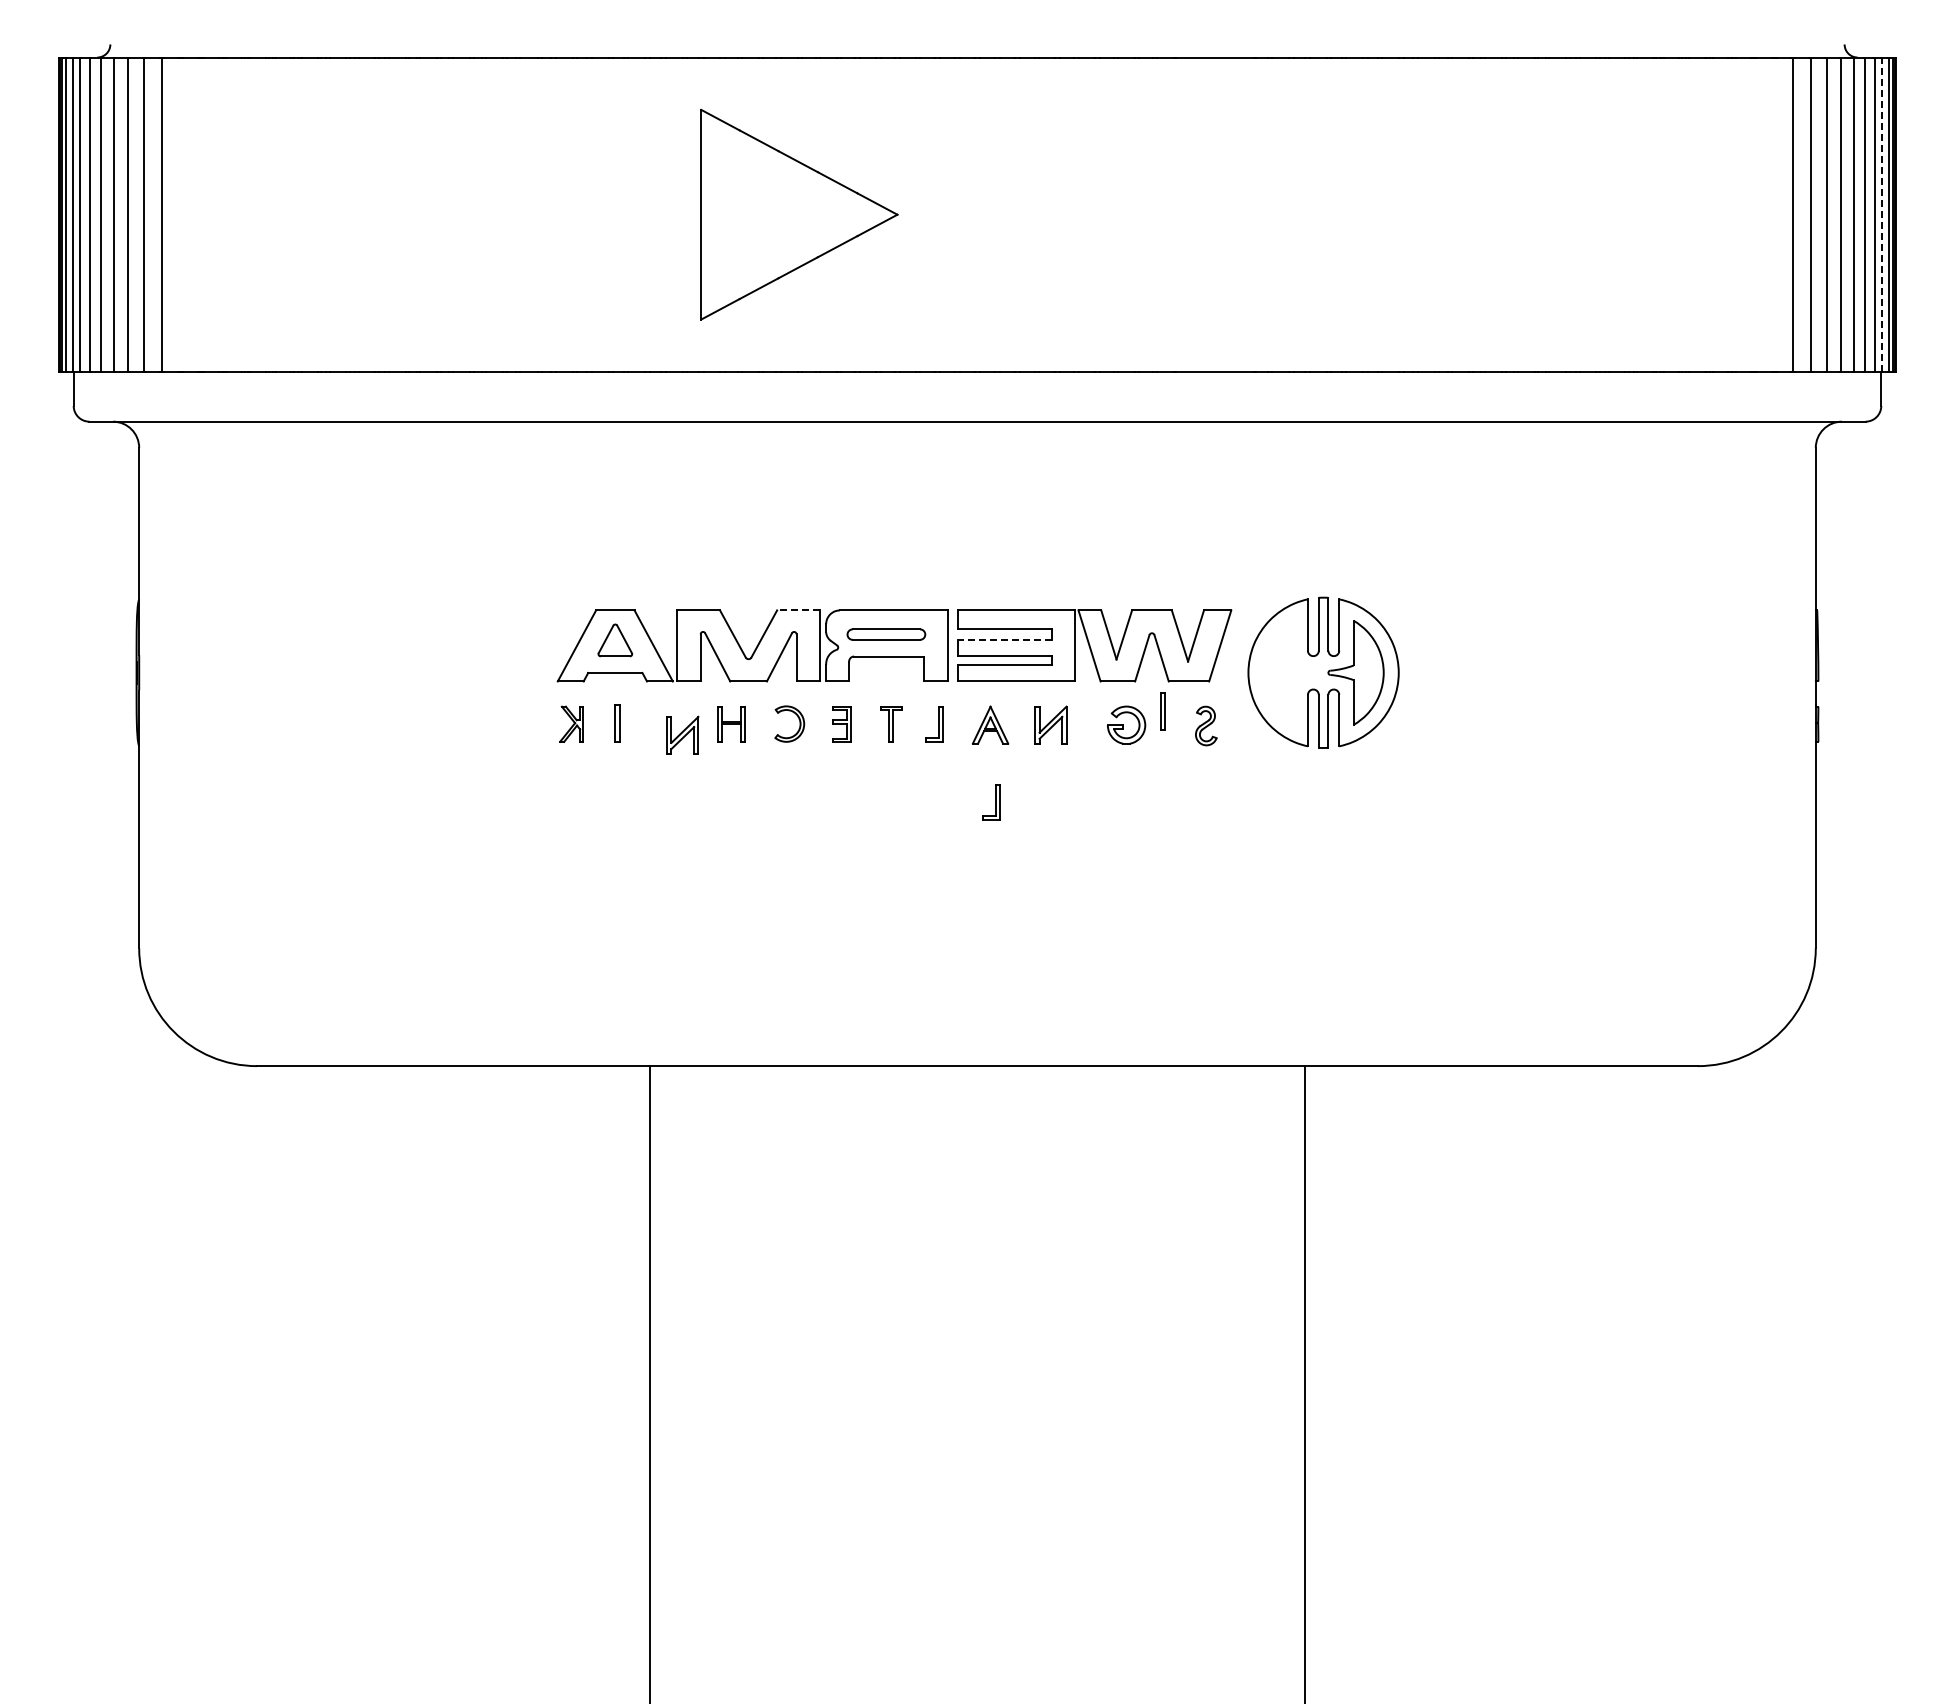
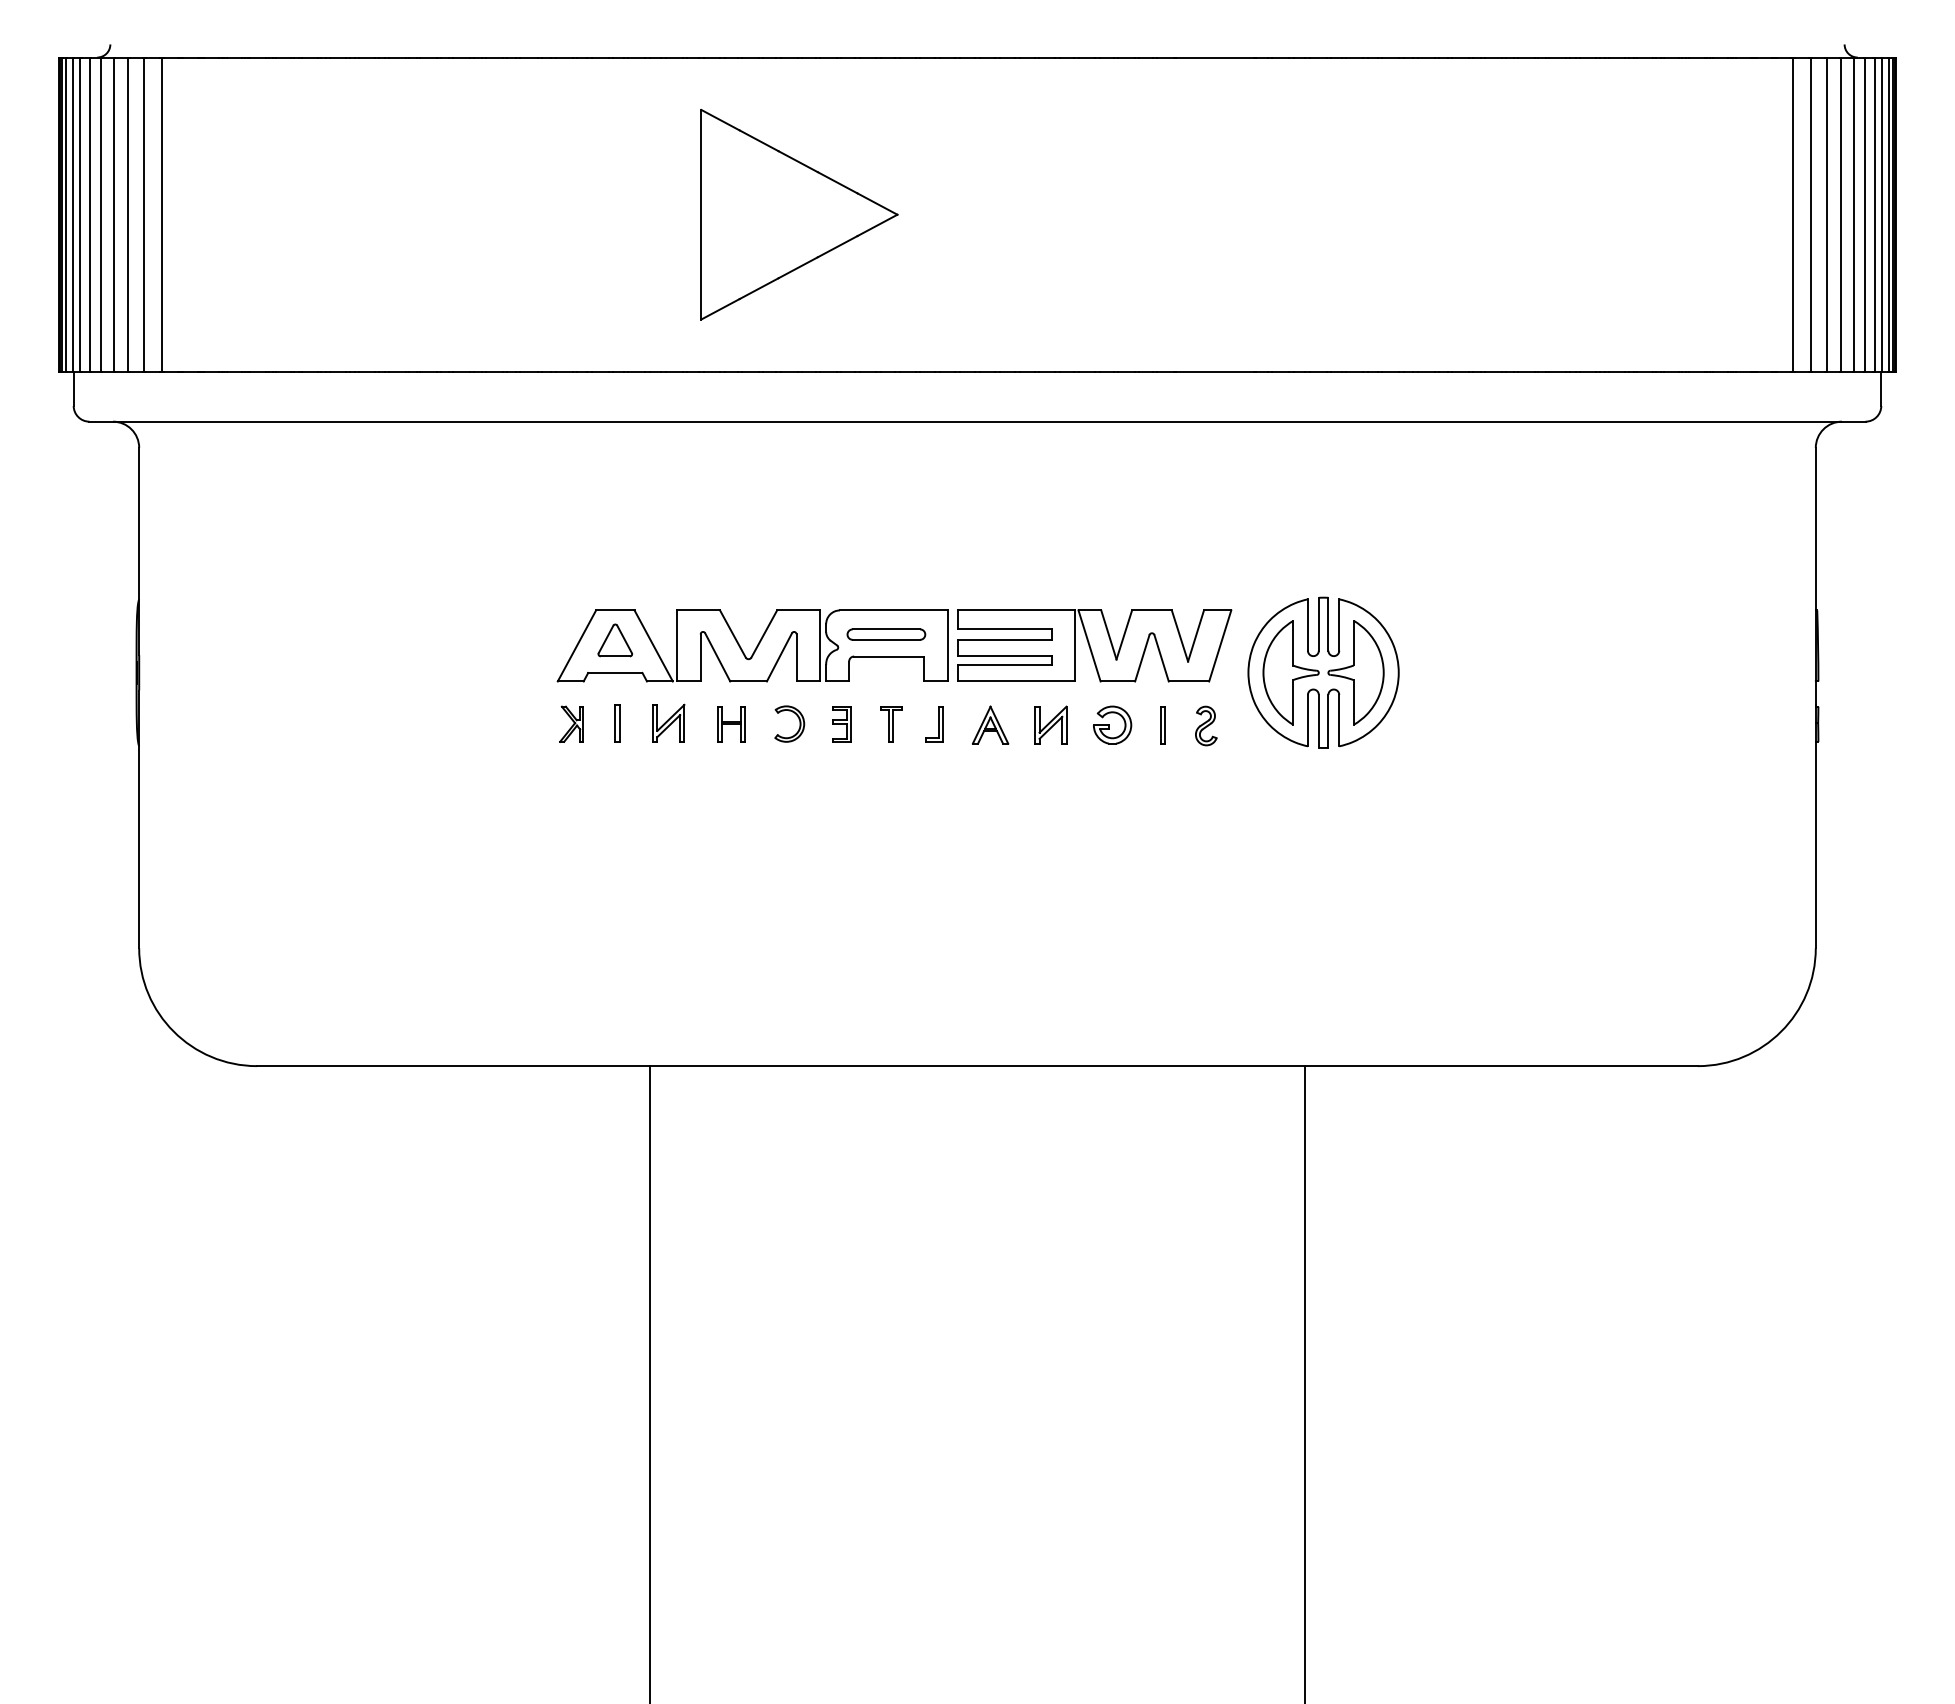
line at (1882, 214): dashed -> solid
line at (797, 610): dashed -> solid
line at (1004, 639): dashed -> solid
part at (1290, 672): none -> present
part at (1162, 711) position: (1162, 711) -> (1162, 725)
part at (1126, 724) position: (1126, 724) -> (1112, 724)
part at (682, 734) position: (682, 734) -> (668, 722)
part at (991, 802): present -> none
